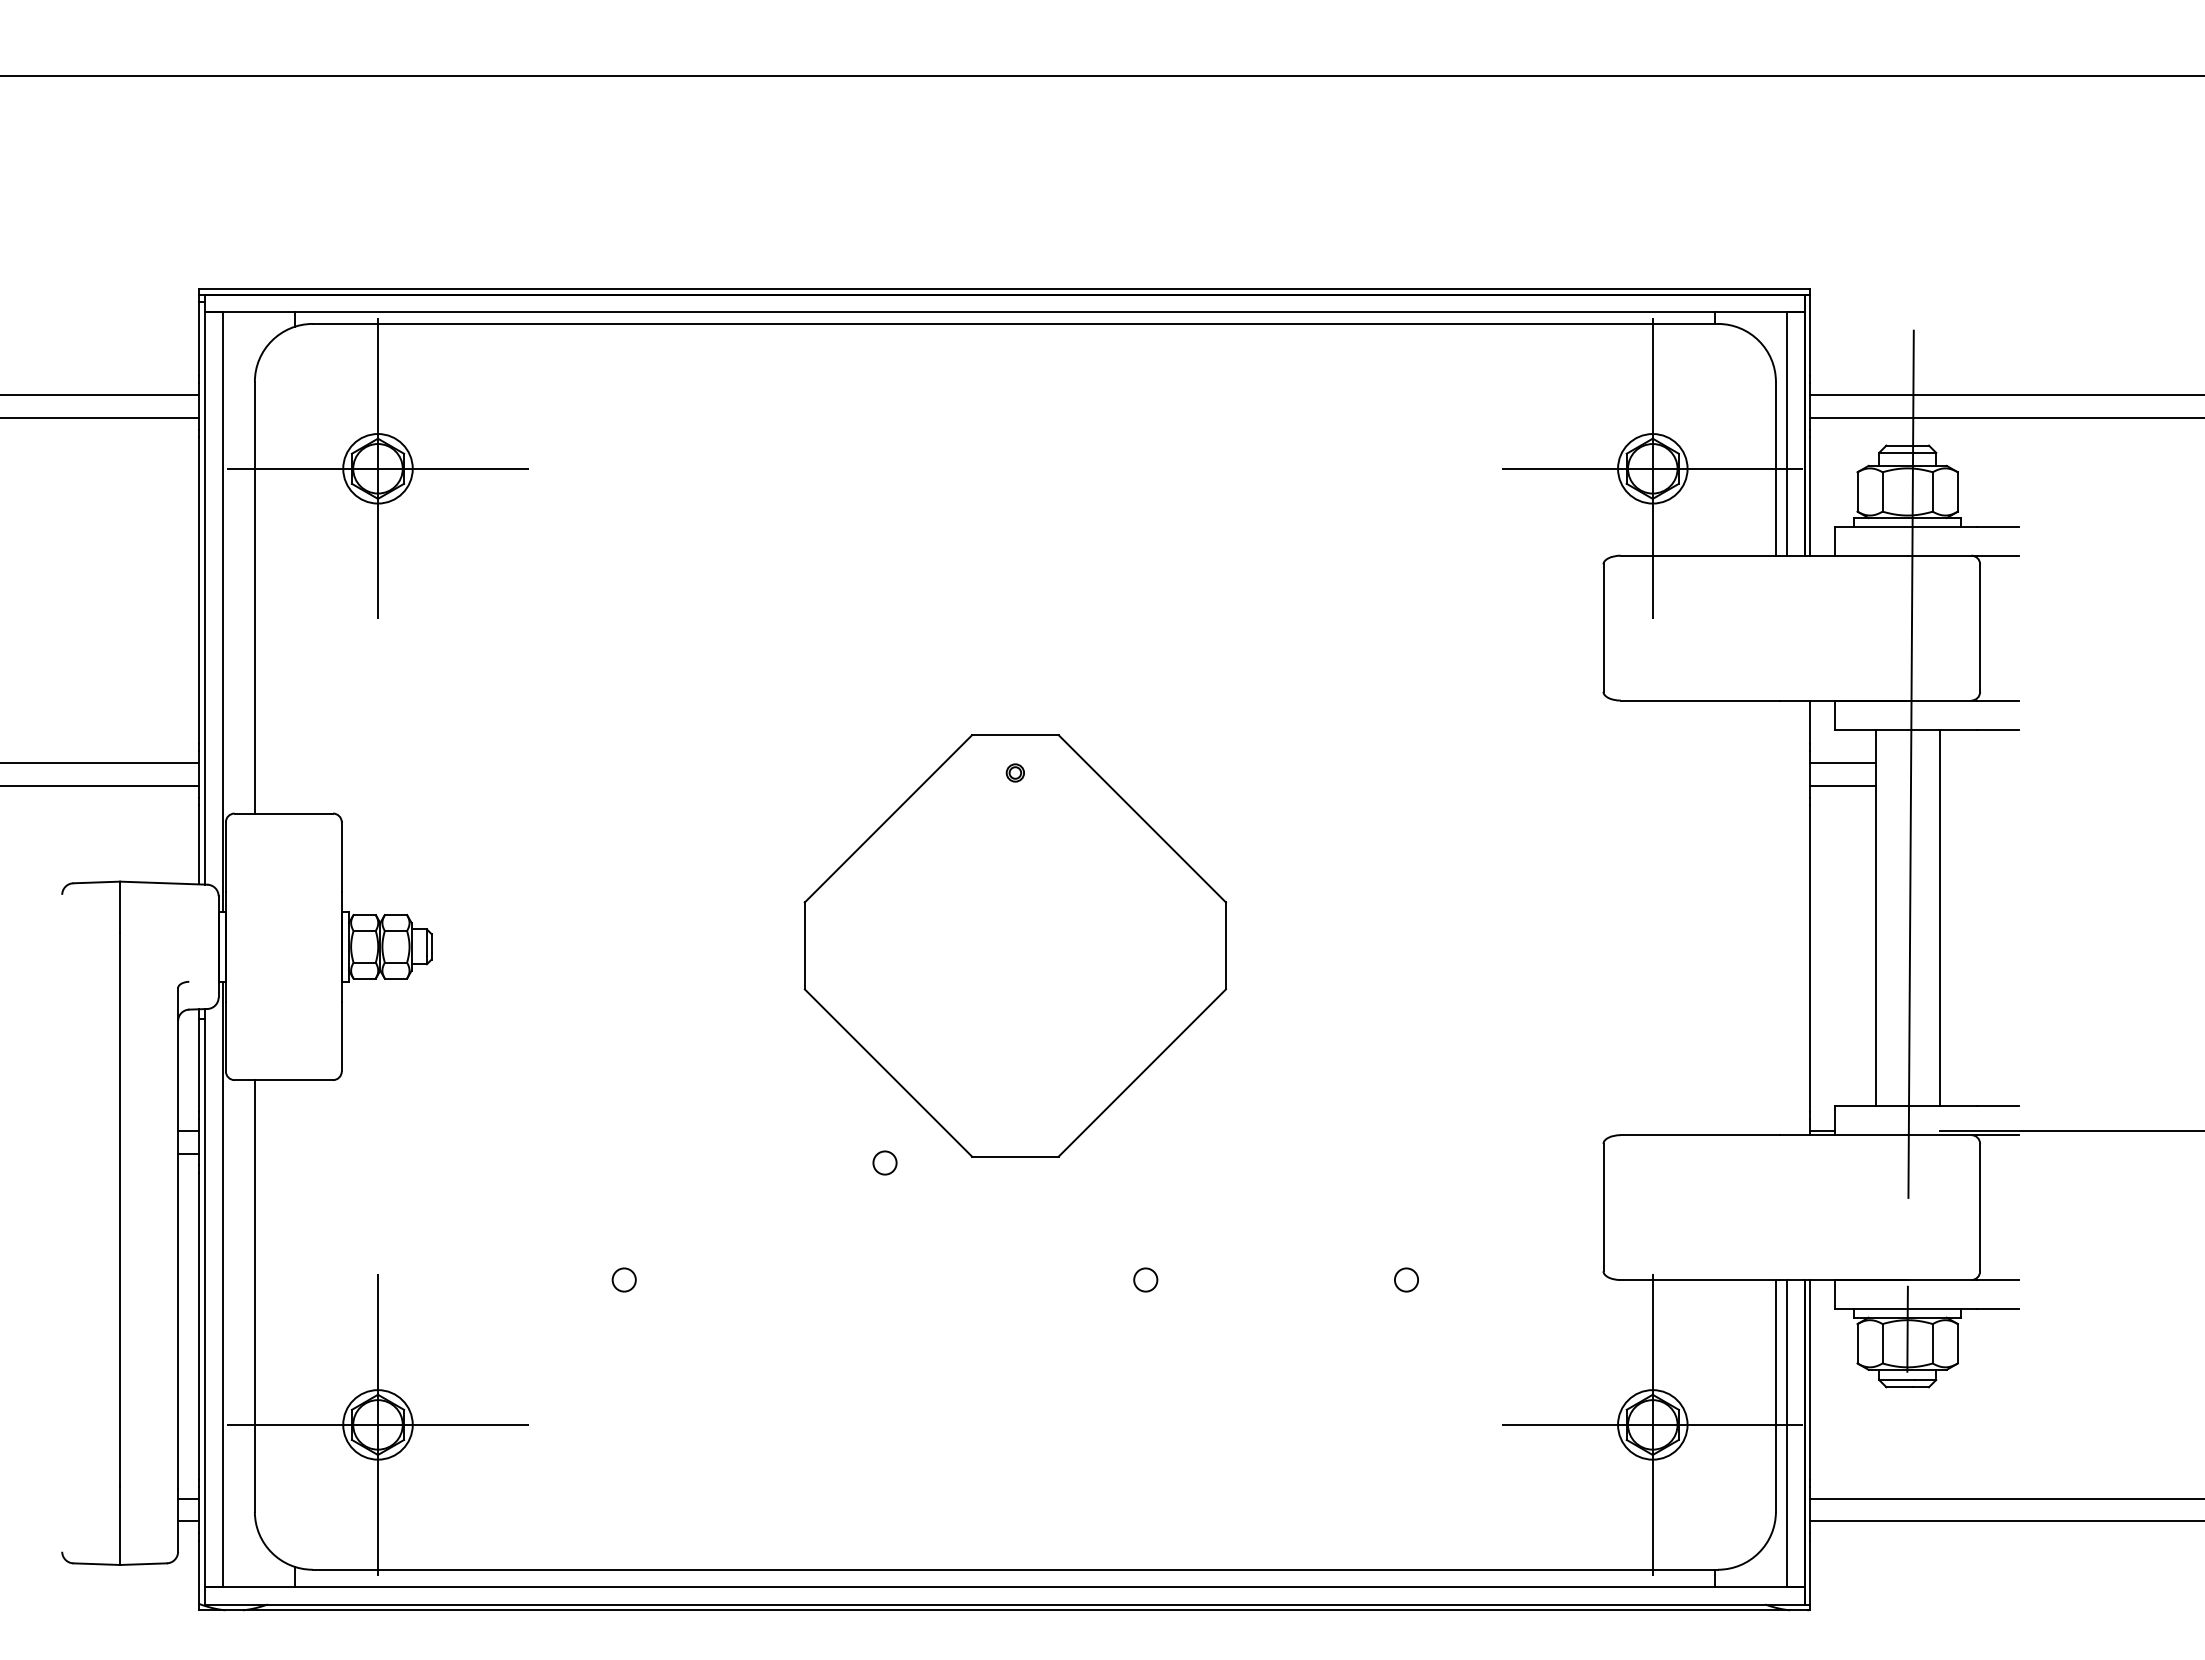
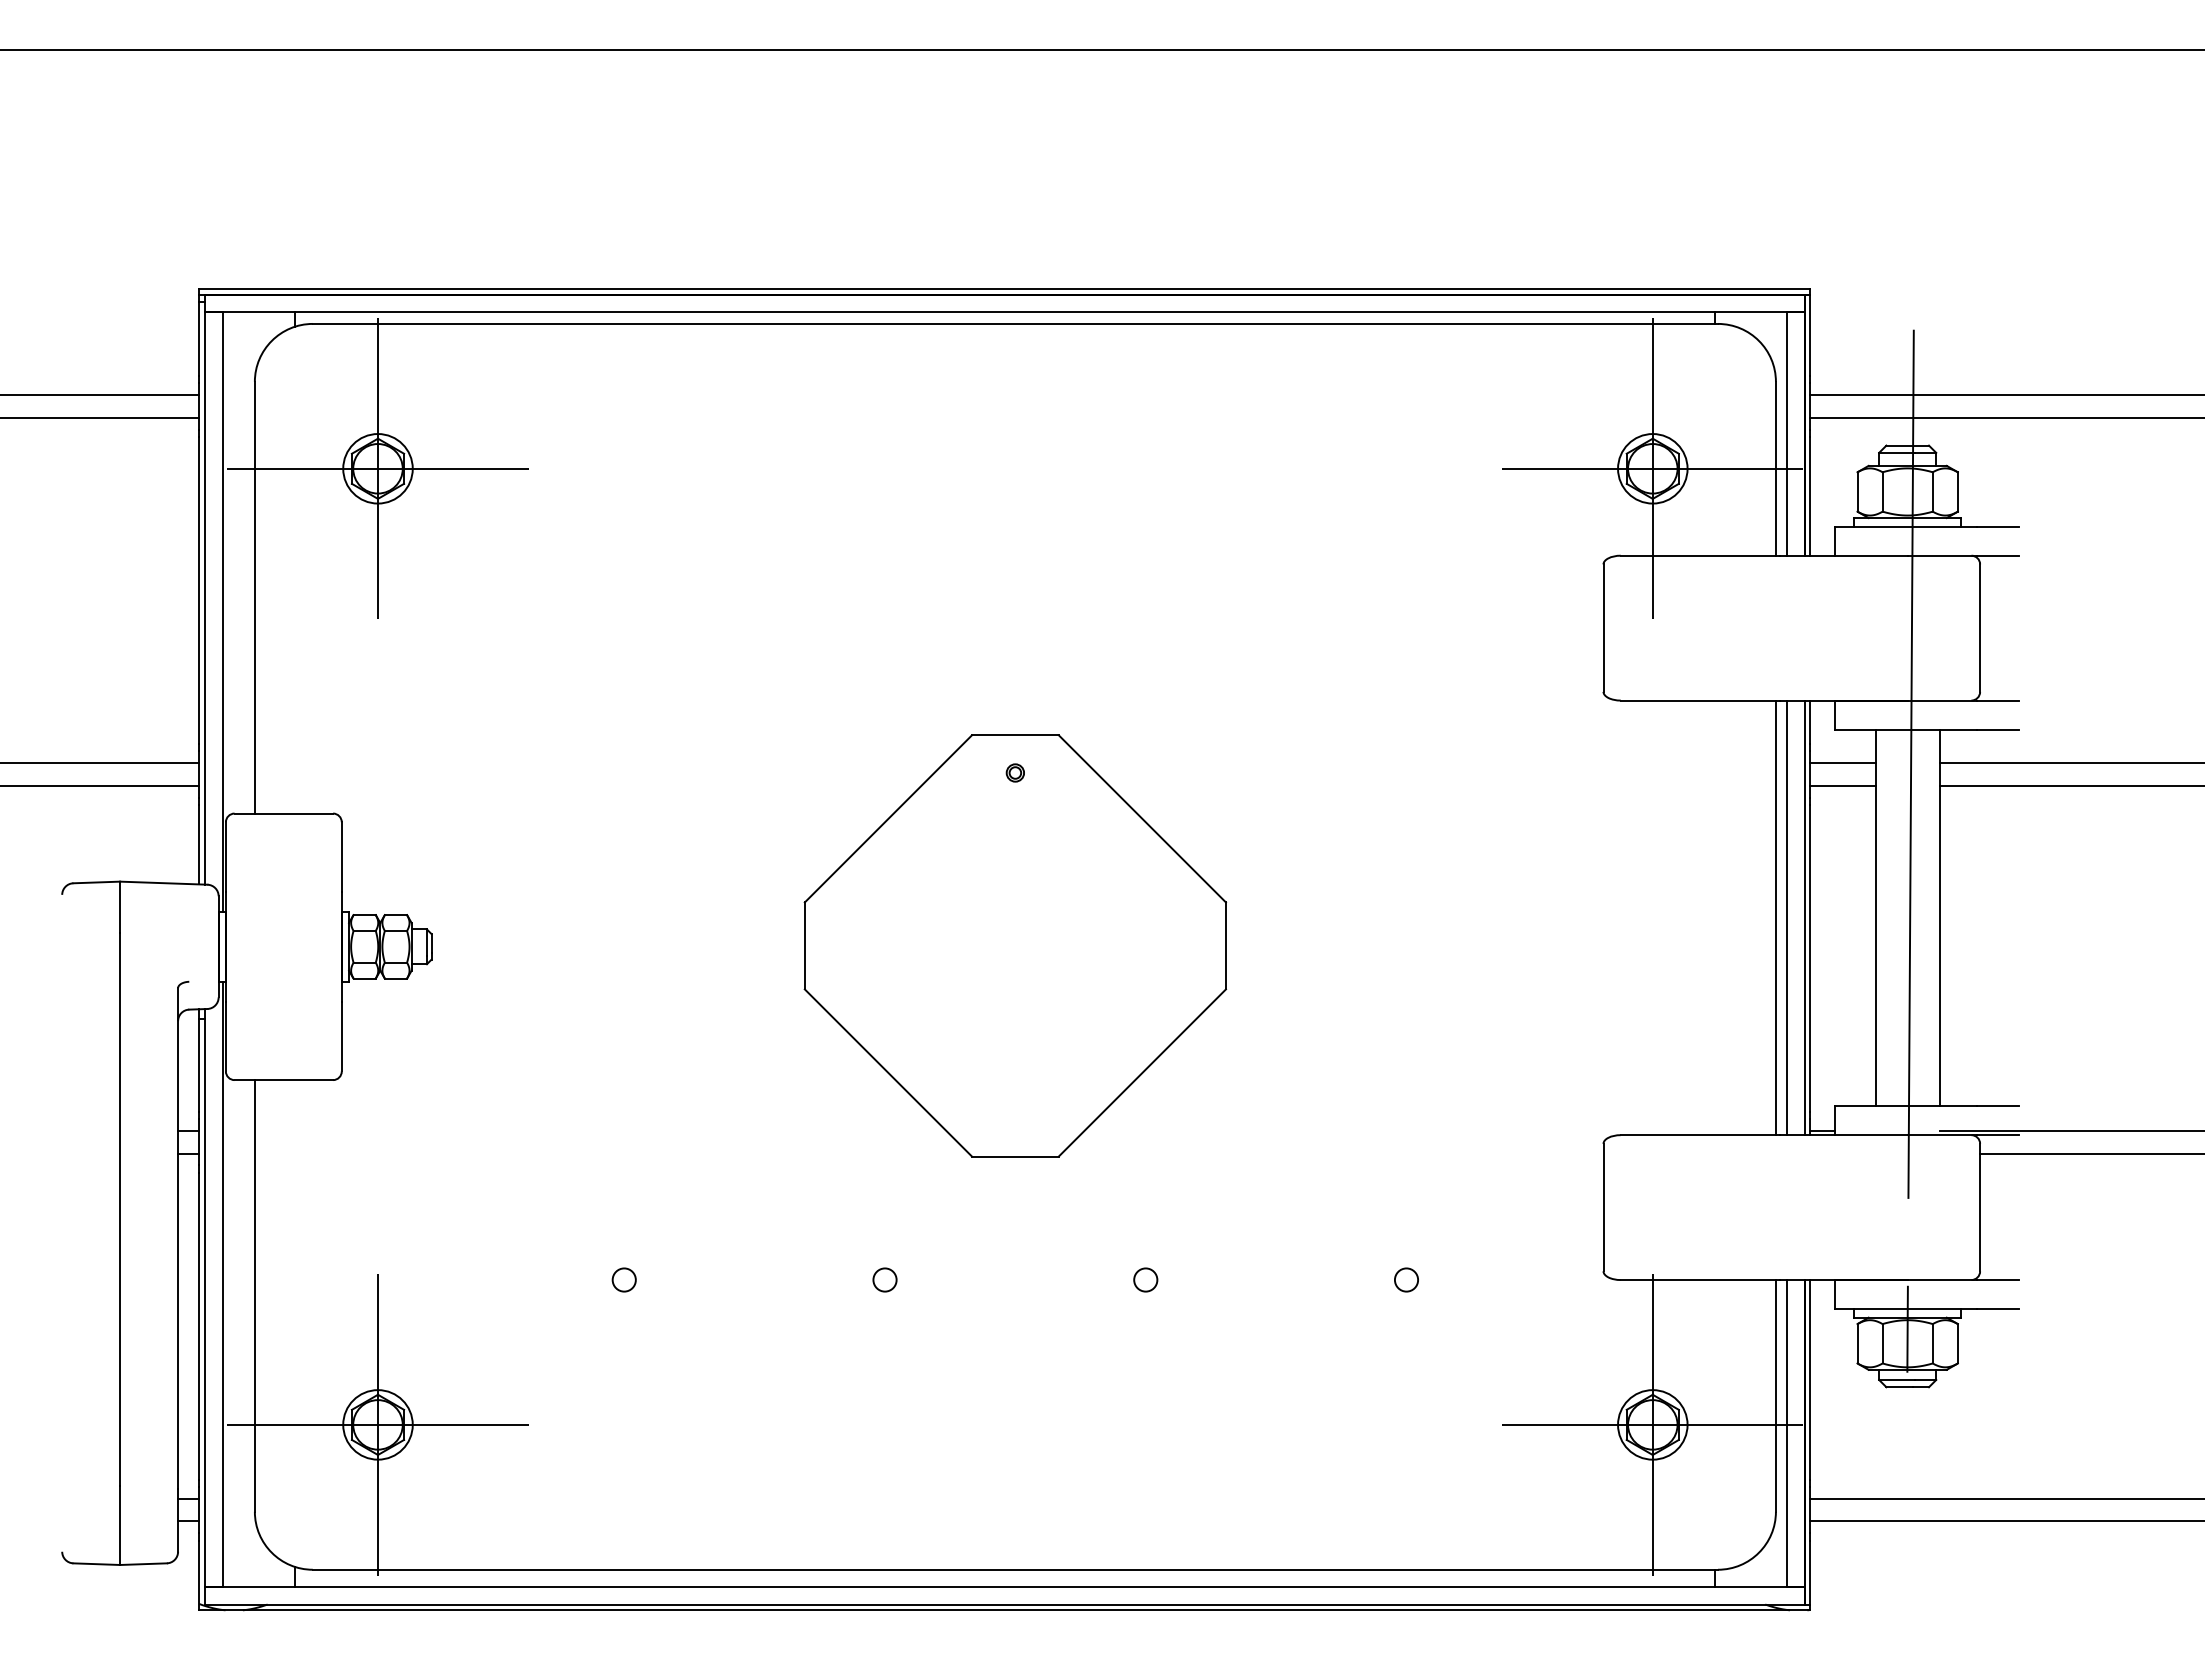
line at (1101, 75) position: (1101, 75) -> (1101, 49)
line at (2070, 763): none -> present
line at (2070, 785): none -> present
line at (1775, 917): none -> present
line at (1787, 917): none -> present
line at (1804, 917): none -> present
line at (2090, 1153): none -> present
circle at (884, 1162) position: (884, 1162) -> (884, 1279)
